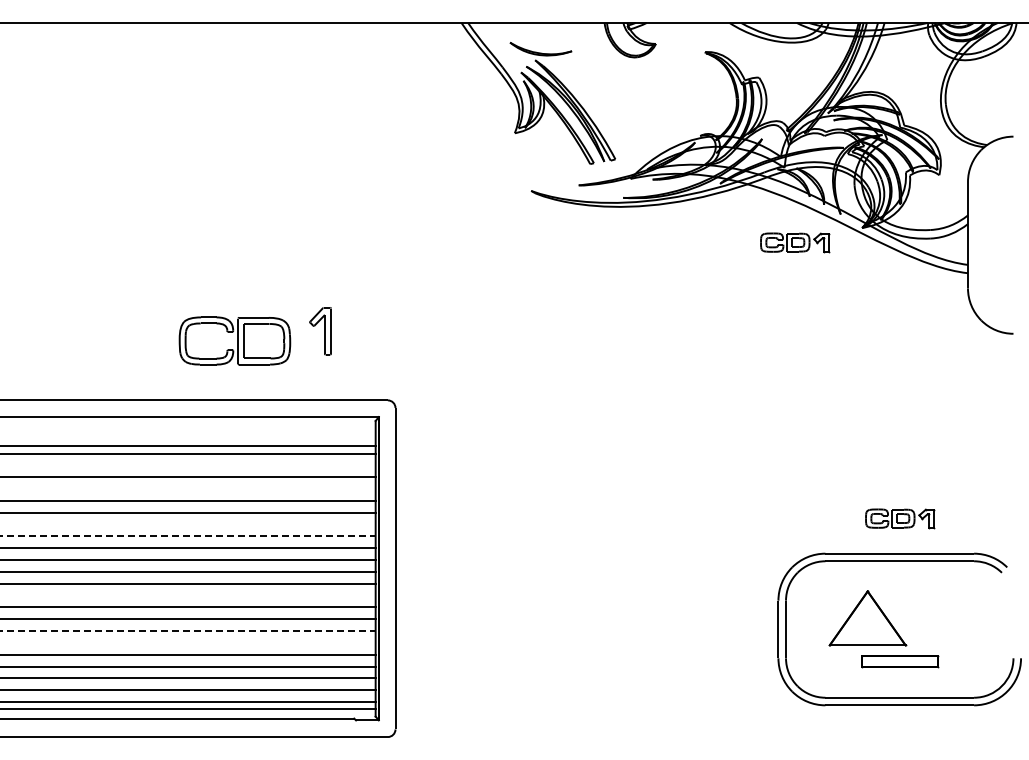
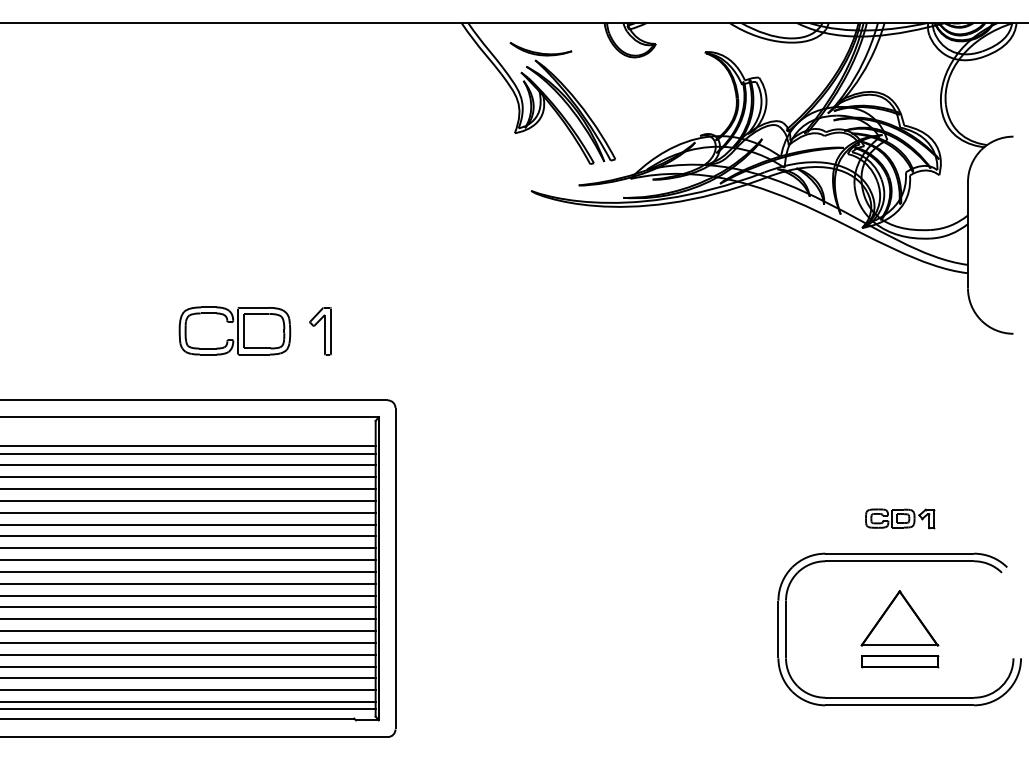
part at (795, 242): present -> none
part at (234, 340) position: (234, 340) -> (234, 330)
line at (188, 465): none -> present
line at (188, 489): none -> present
line at (188, 524): none -> present
line at (188, 536): dashed -> solid
line at (188, 595): none -> present
part at (867, 618) position: (867, 618) -> (899, 618)
line at (188, 631): dashed -> solid
line at (188, 642): none -> present
